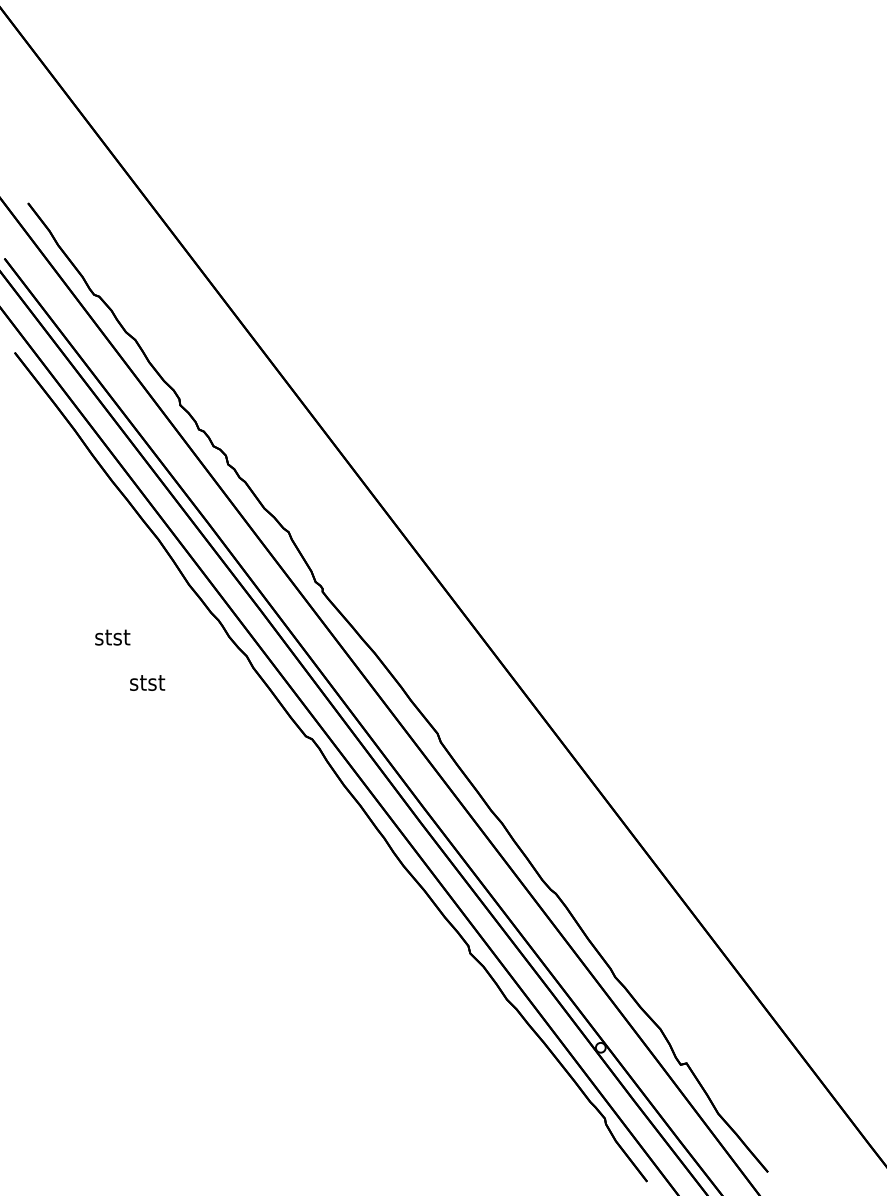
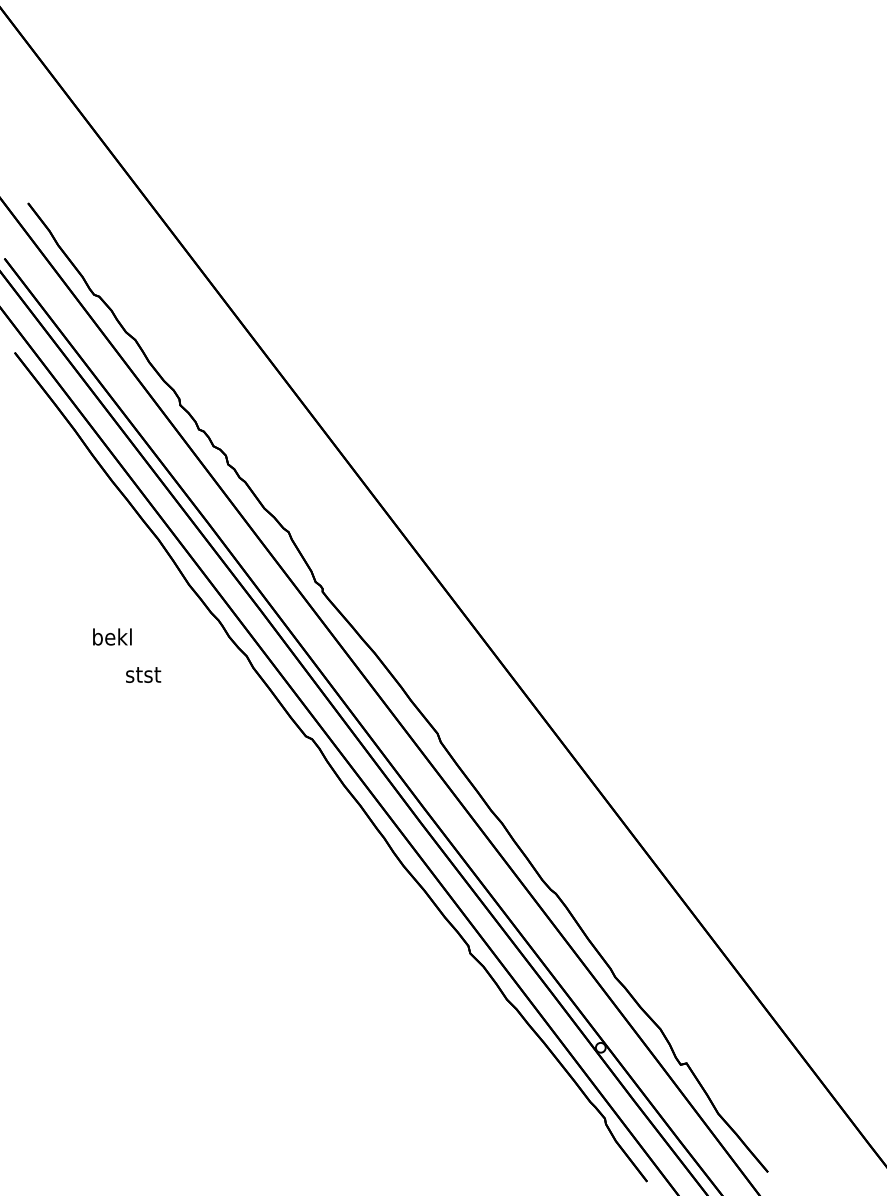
text at (112, 636): stst -> bekl
text at (147, 682) position: (147, 682) -> (143, 674)
